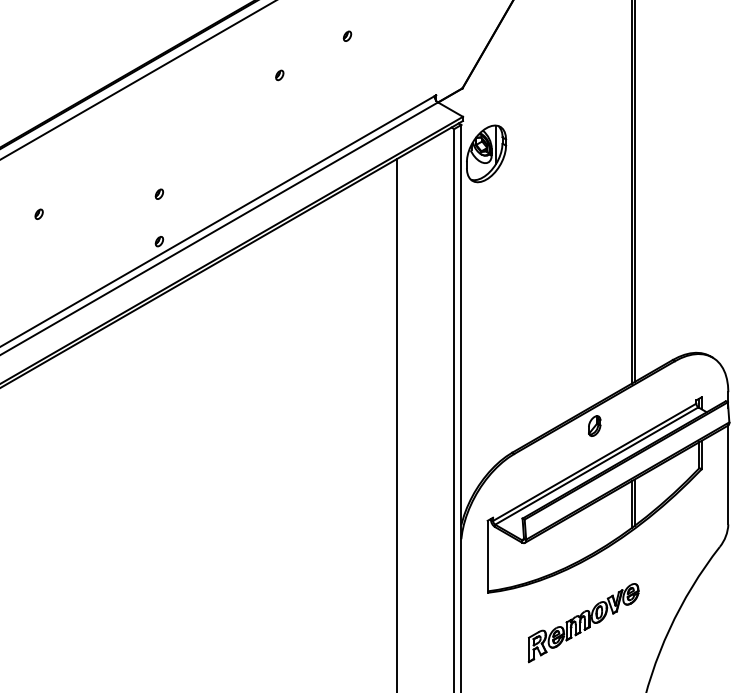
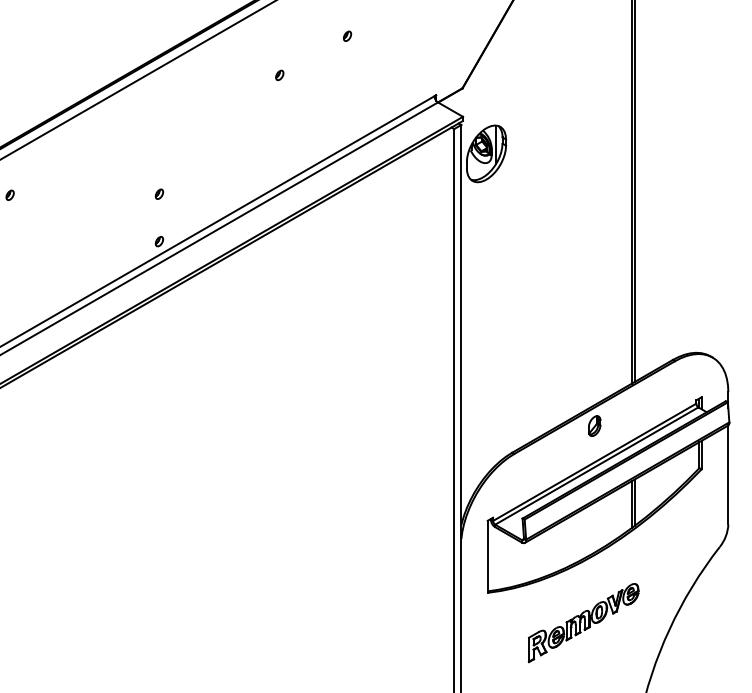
part at (38, 213) position: (38, 213) -> (9, 194)
line at (397, 423): present -> none
